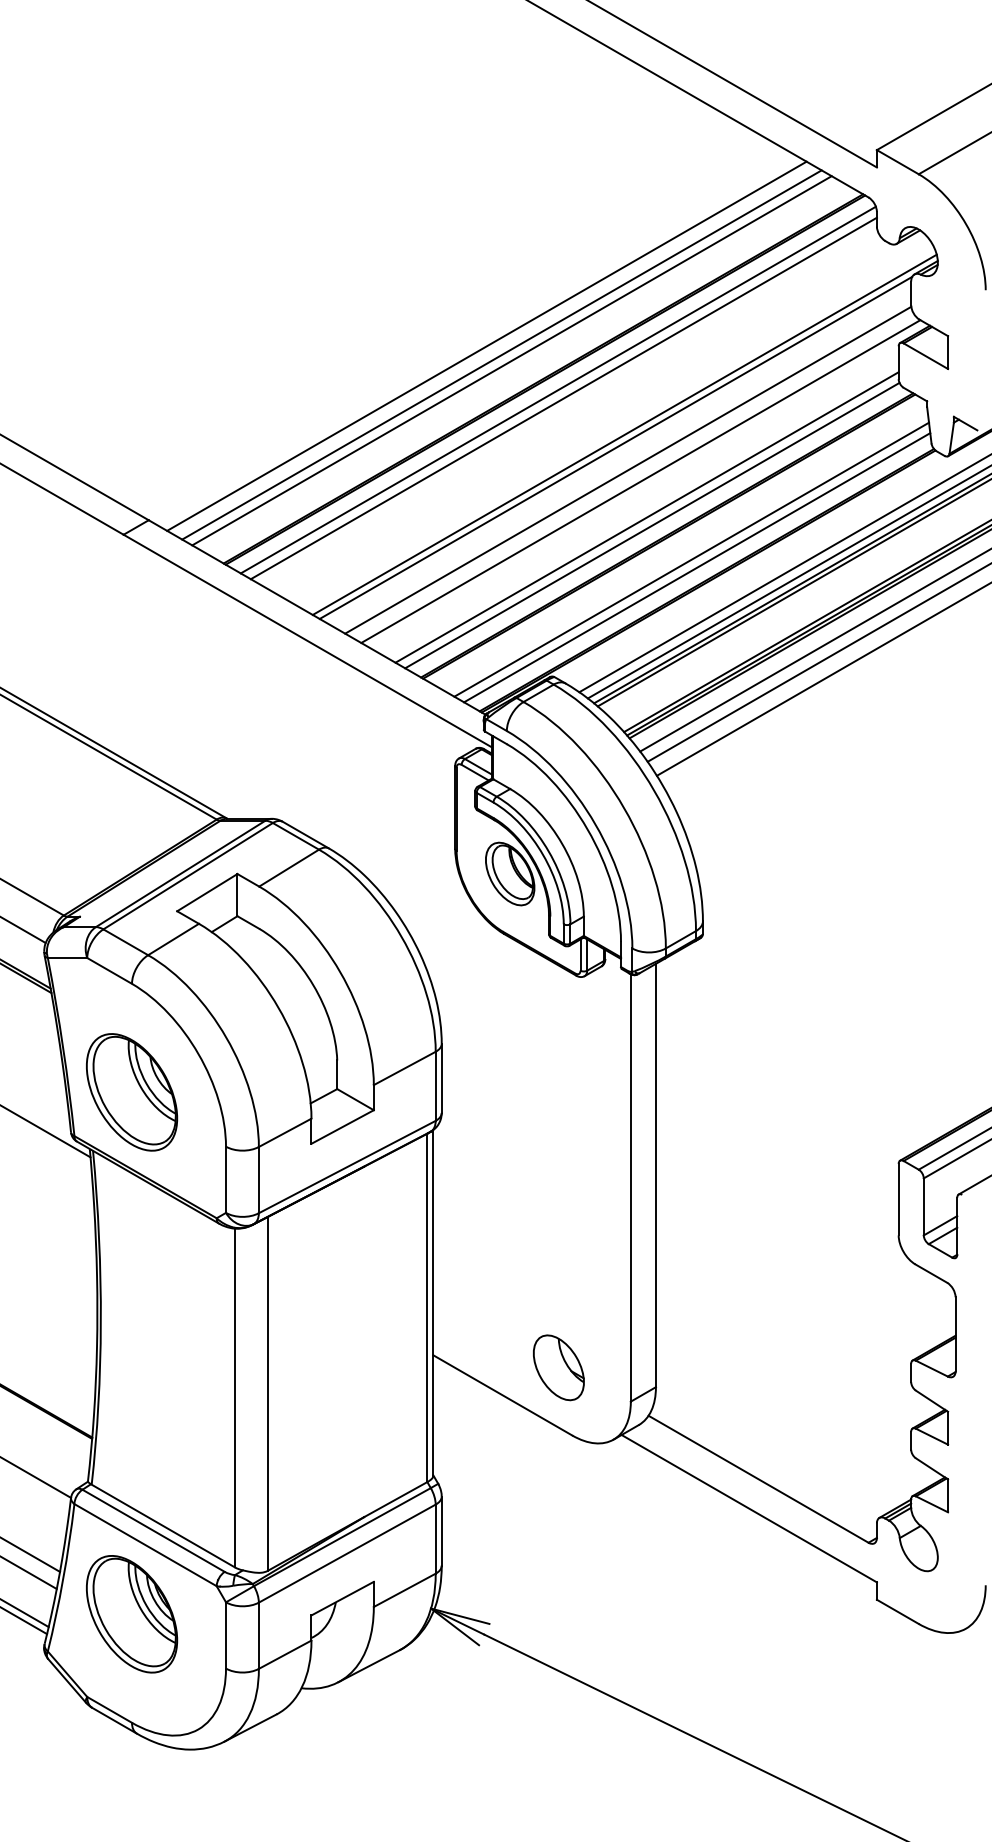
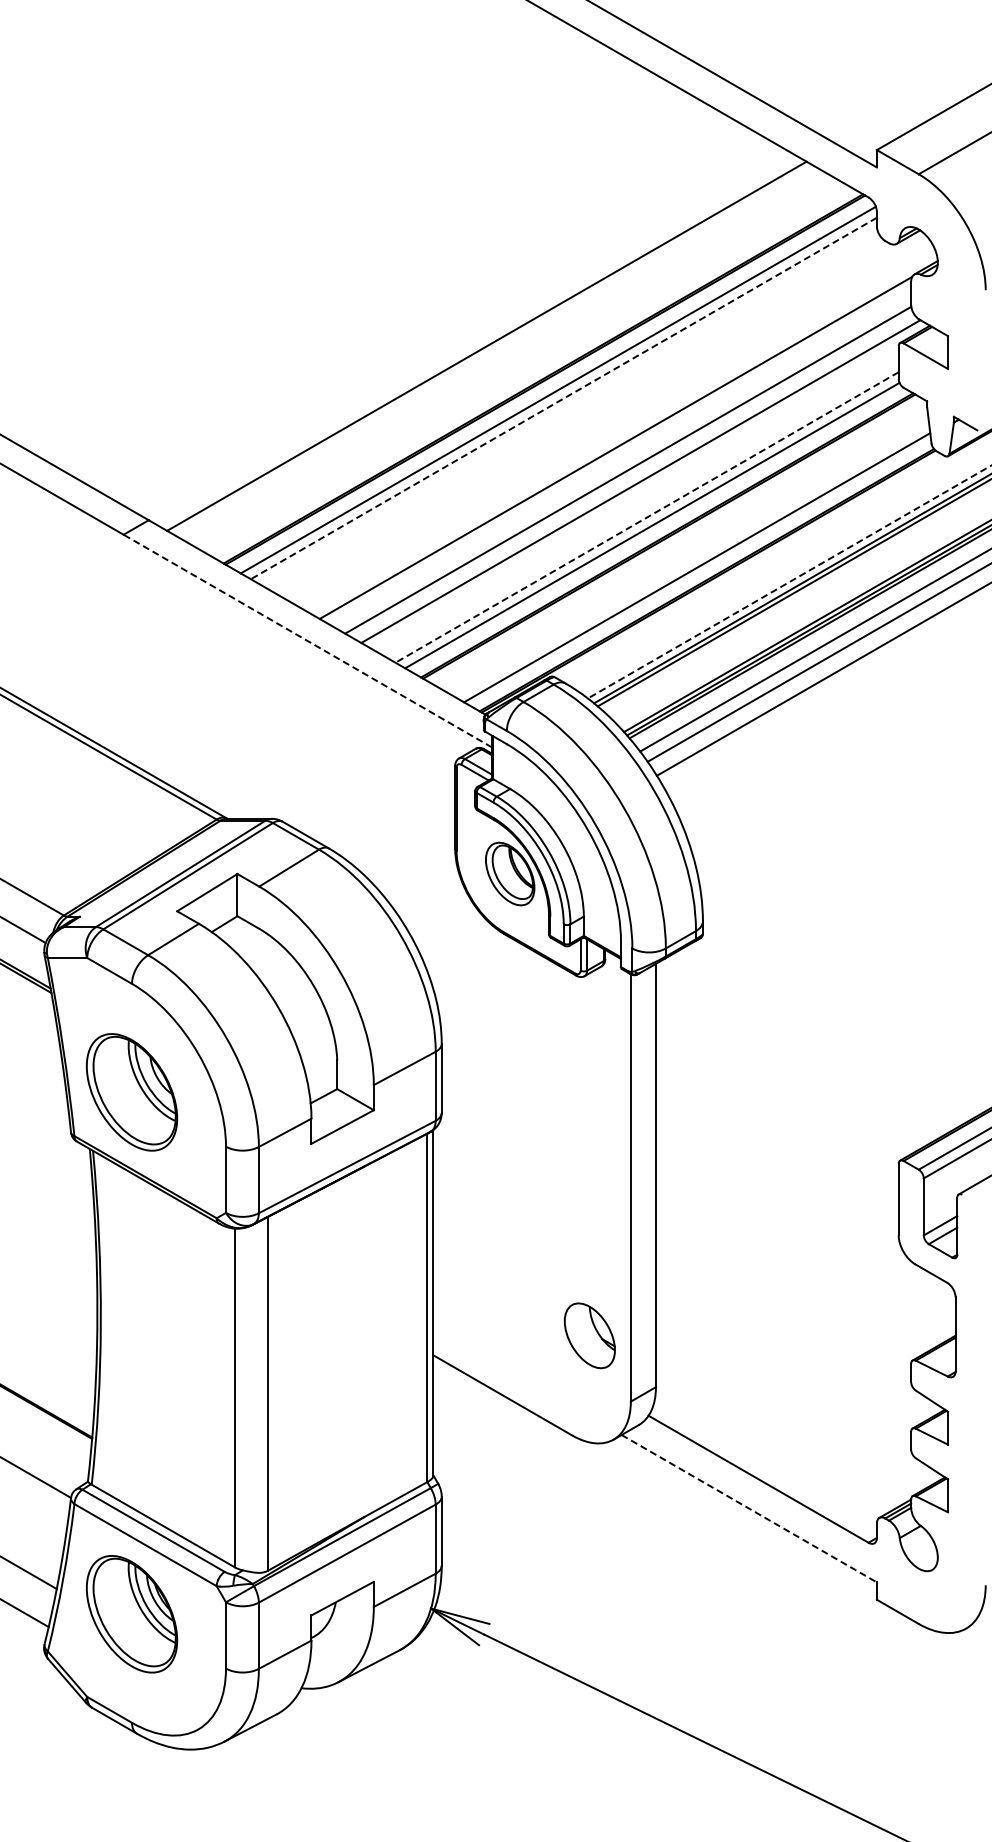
line at (501, 354): present -> none
line at (511, 360): present -> none
line at (563, 398): solid -> dashed
line at (624, 434): present -> none
line at (646, 517): solid -> dashed
line at (691, 559): present -> none
line at (783, 574): present -> none
line at (789, 582): solid -> dashed
line at (307, 641): solid -> dashed
line at (46, 1131): present -> none
part at (558, 1367) position: (558, 1367) -> (589, 1335)
line at (749, 1508): solid -> dashed
line at (31, 1554): present -> none
line at (24, 1621): present -> none
